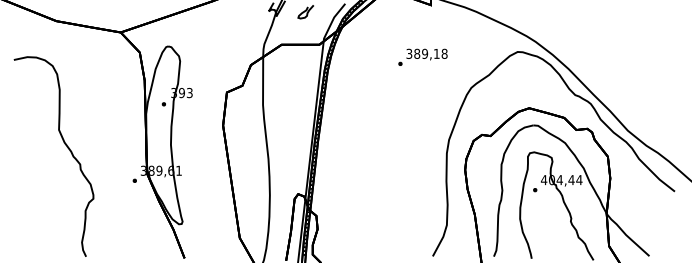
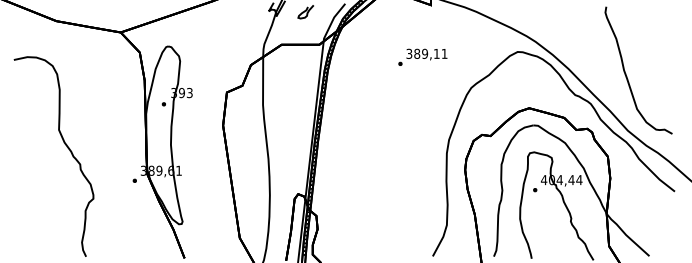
text at (444, 53): 389,18 -> 389,11
curve at (626, 73): none -> present
